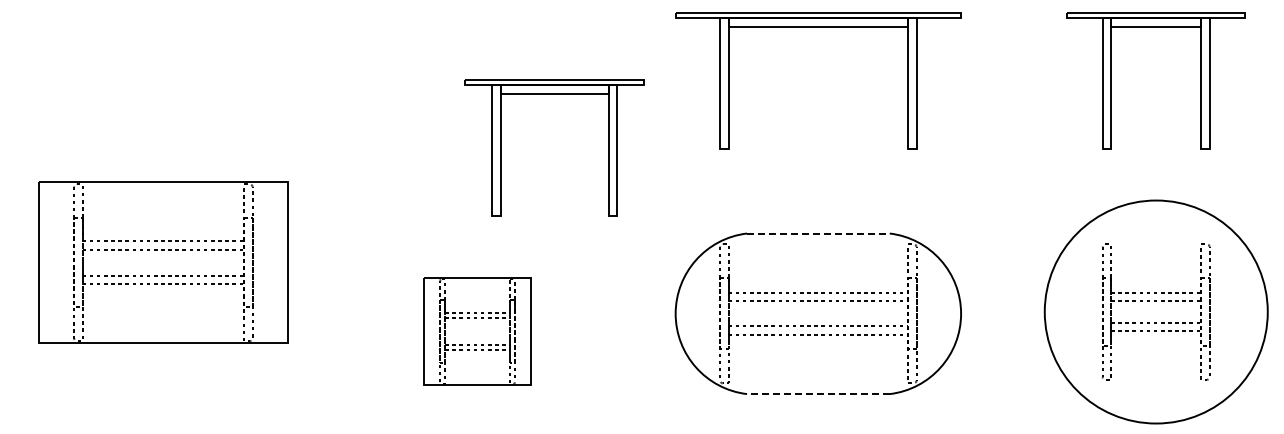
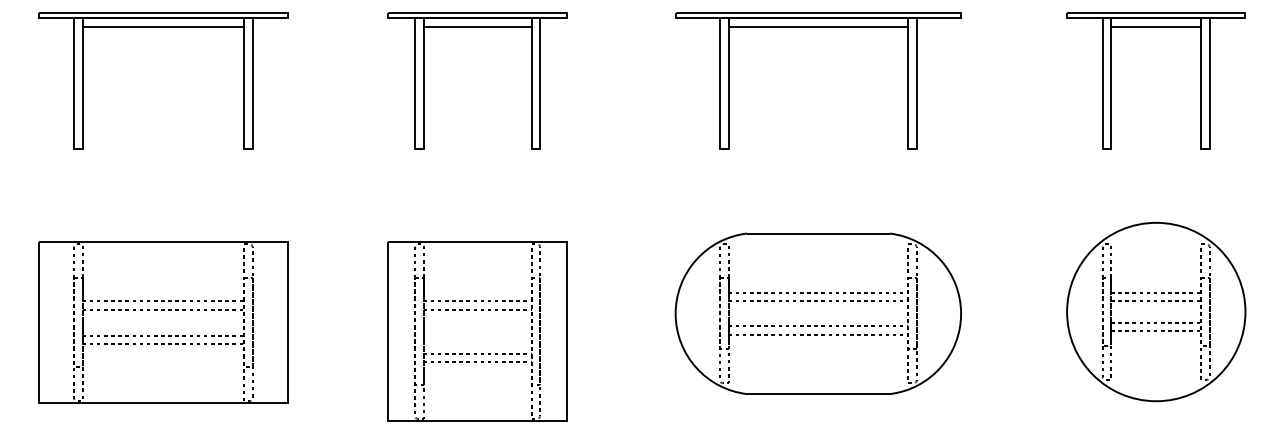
part at (163, 27): none -> present
part at (554, 94) position: (554, 94) -> (477, 27)
line at (818, 233): dashed -> solid
part at (163, 262) position: (163, 262) -> (163, 322)
circle at (1155, 311) diameter: 223 px -> 178 px
part at (477, 331) size: 109x109 px -> 181x181 px
line at (817, 394): dashed -> solid
